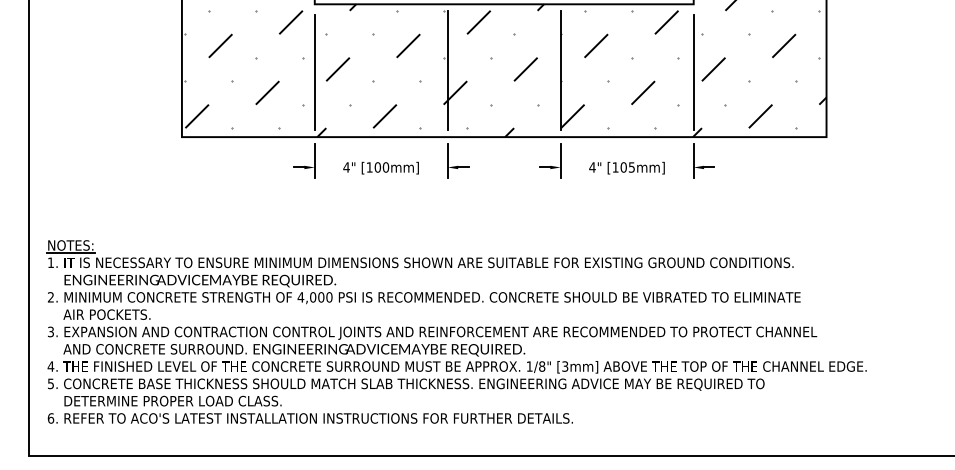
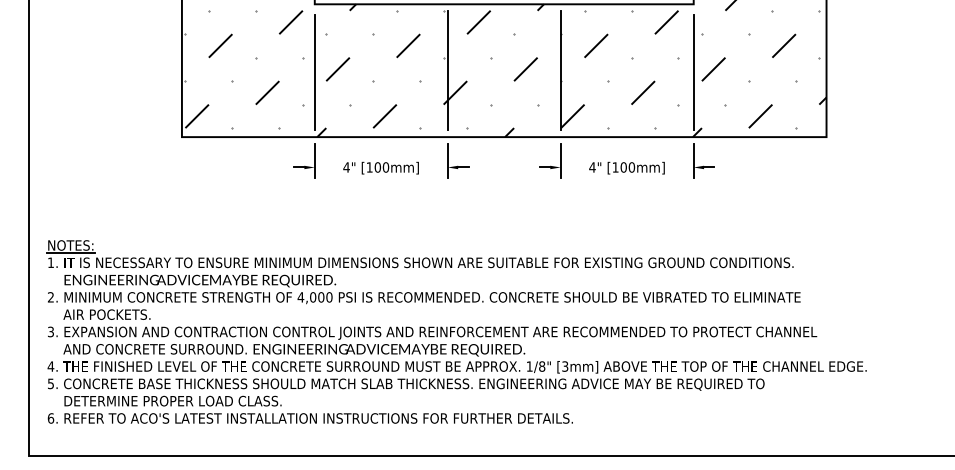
text at (631, 167): [105mm] -> [100mm]
